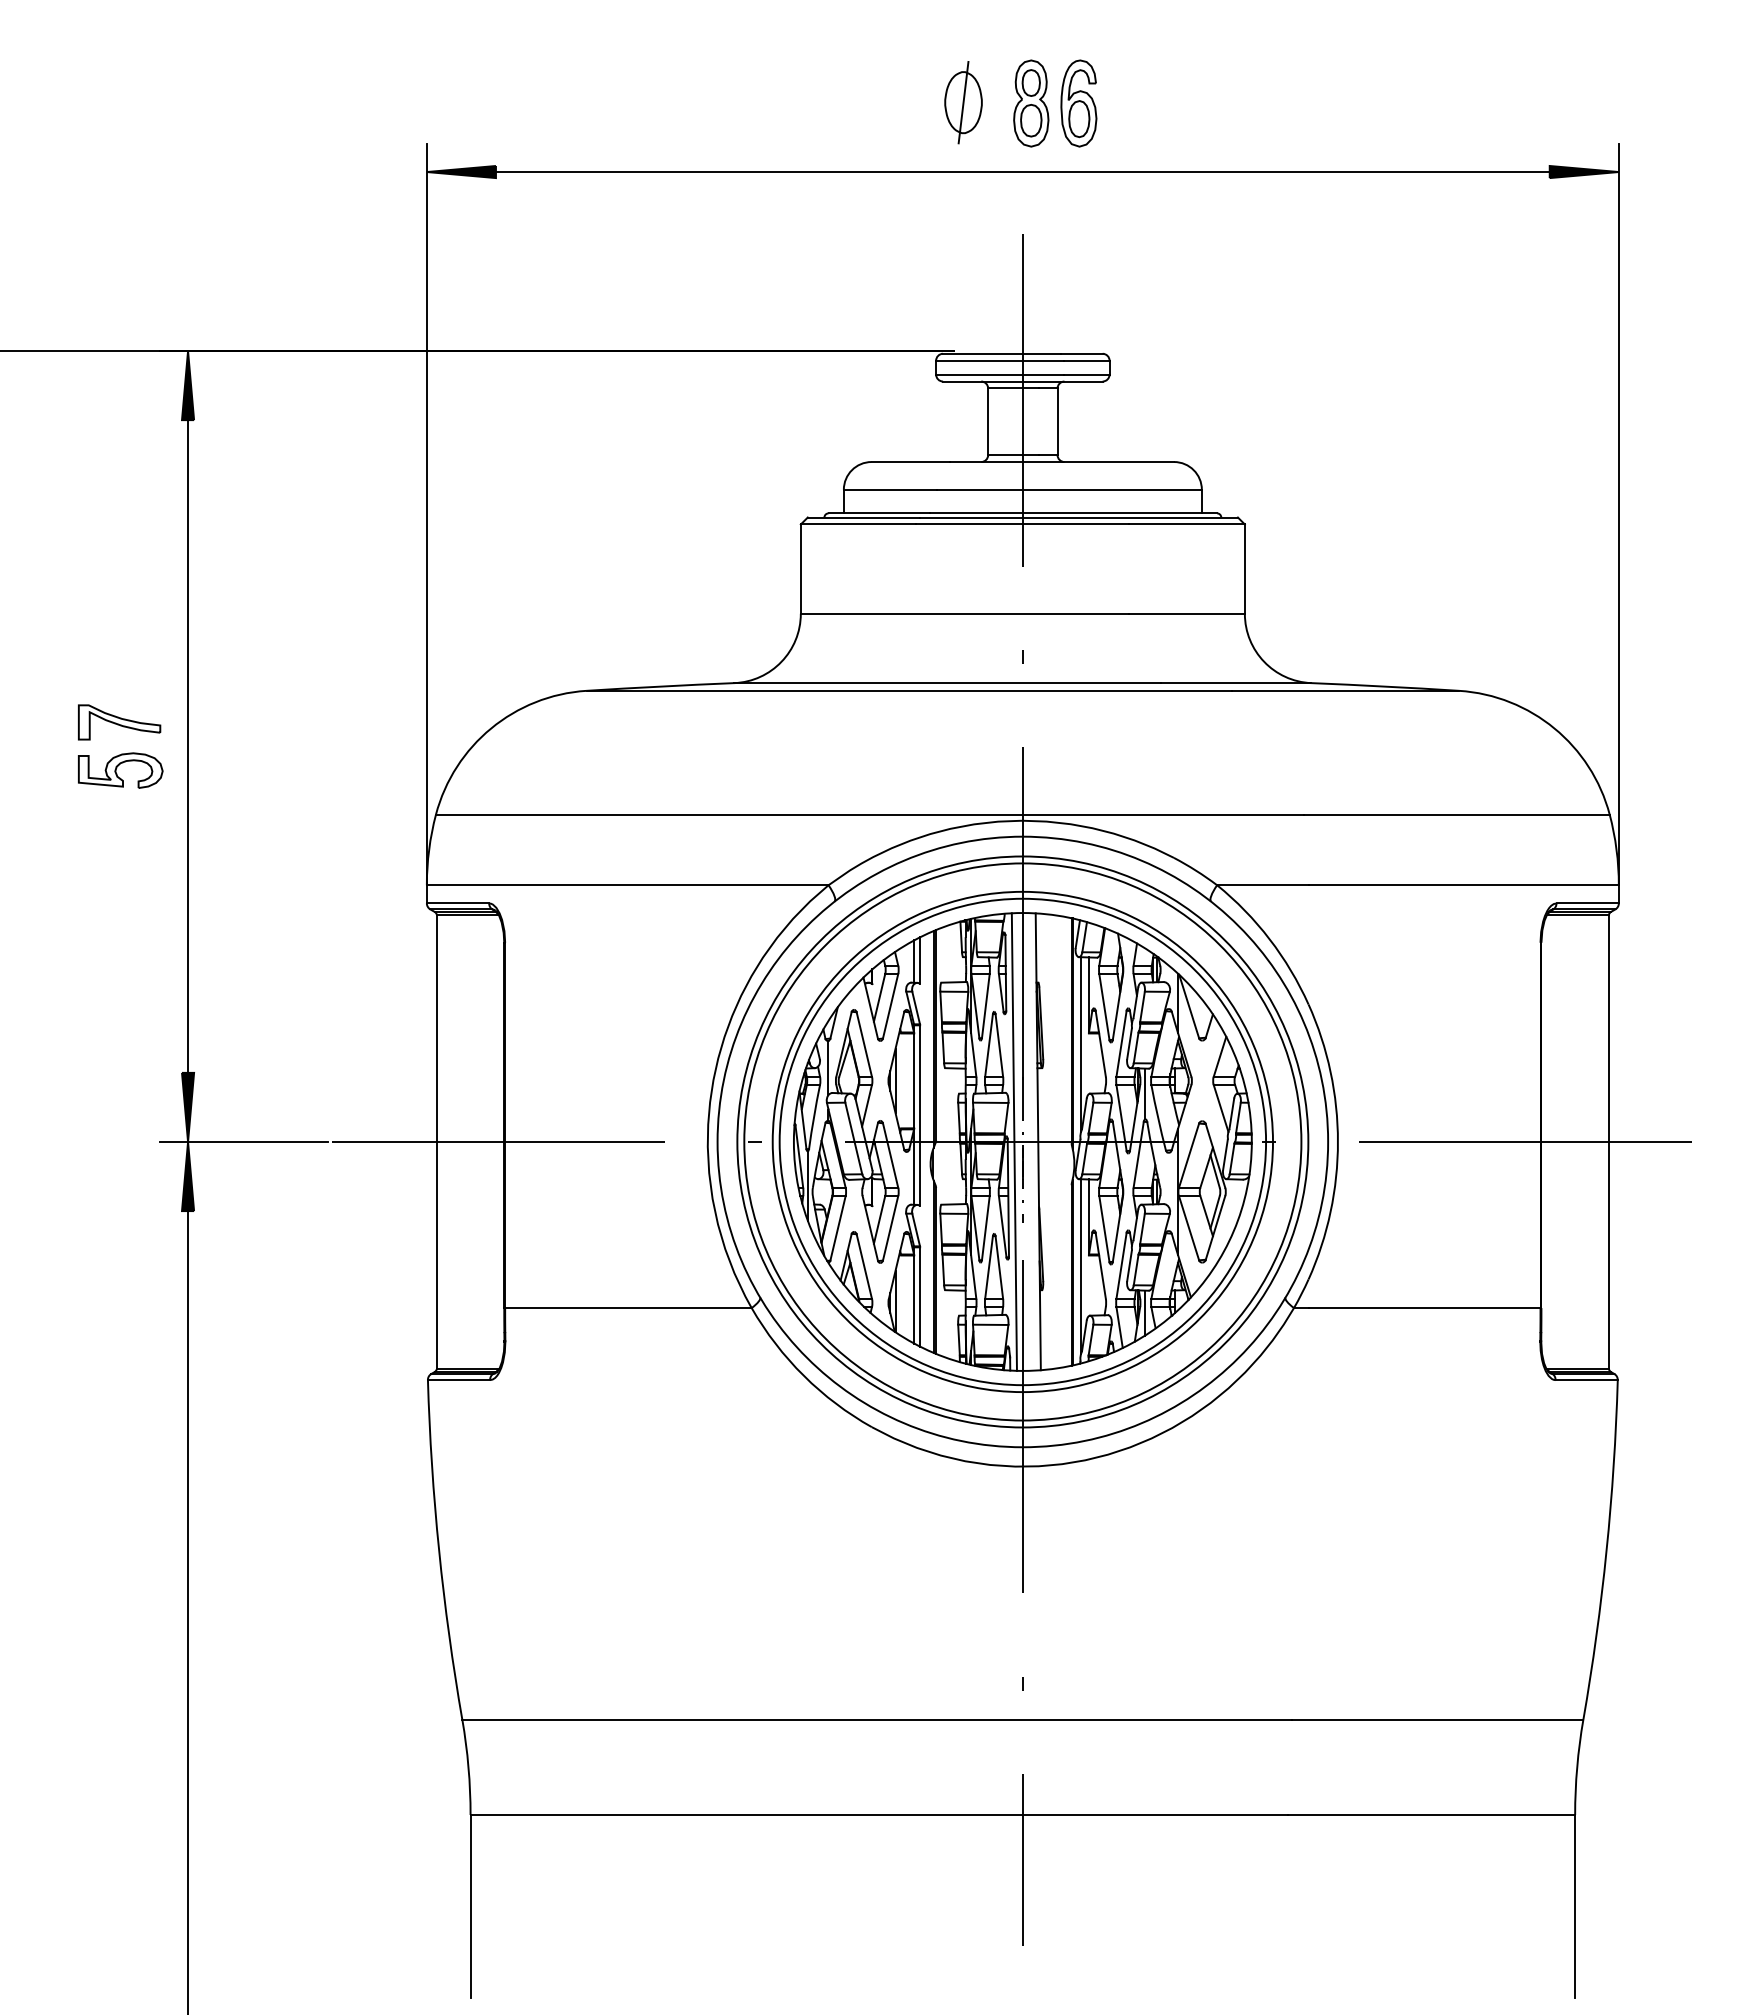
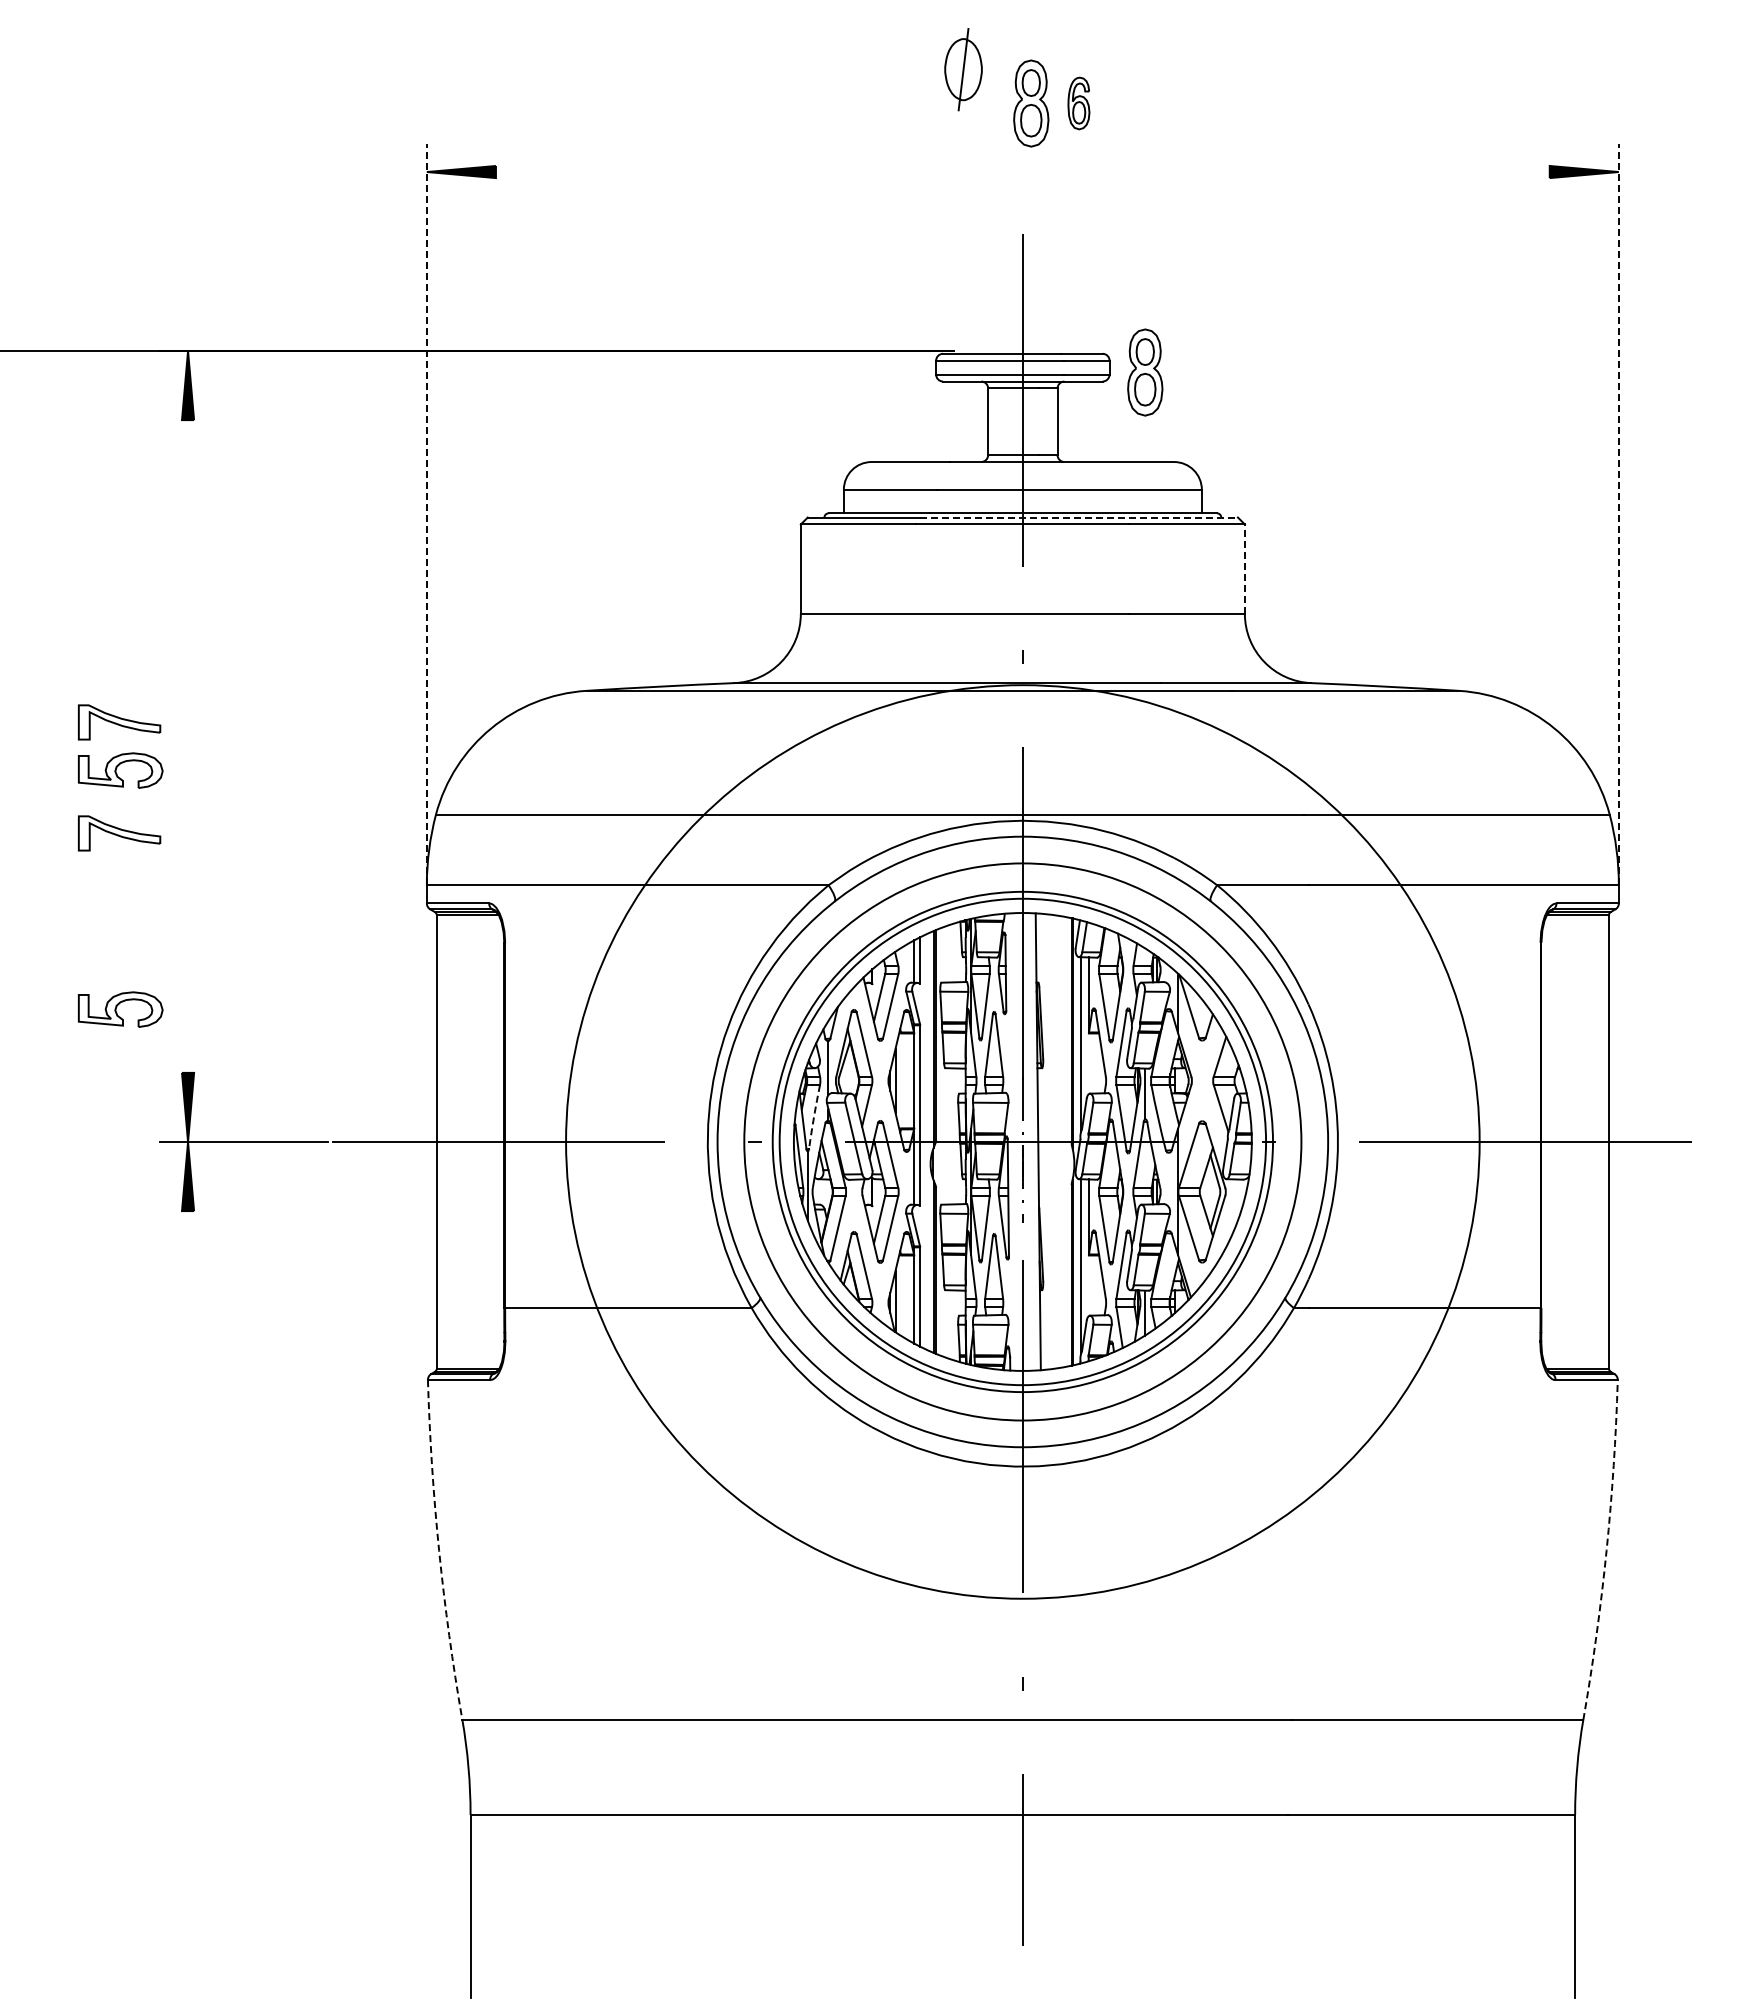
part at (963, 102) position: (963, 102) -> (963, 69)
part at (1078, 103) size: 38x89 px -> 24x55 px
line at (1022, 172): present -> none
part at (1145, 372): none -> present
line at (426, 514): solid -> dashed
line at (1618, 514): solid -> dashed
line at (1079, 517): solid -> dashed
line at (1244, 569): solid -> dashed
line at (188, 746): present -> none
part at (119, 833): none -> present
part at (120, 1009): none -> present
arc at (814, 1116): solid -> dashed
line at (1013, 1141): present -> none
circle at (1022, 1141) diameter: 571 px -> 914 px
arc at (439, 1550): solid -> dashed
arc at (1606, 1550): solid -> dashed
line at (188, 1611): present -> none
